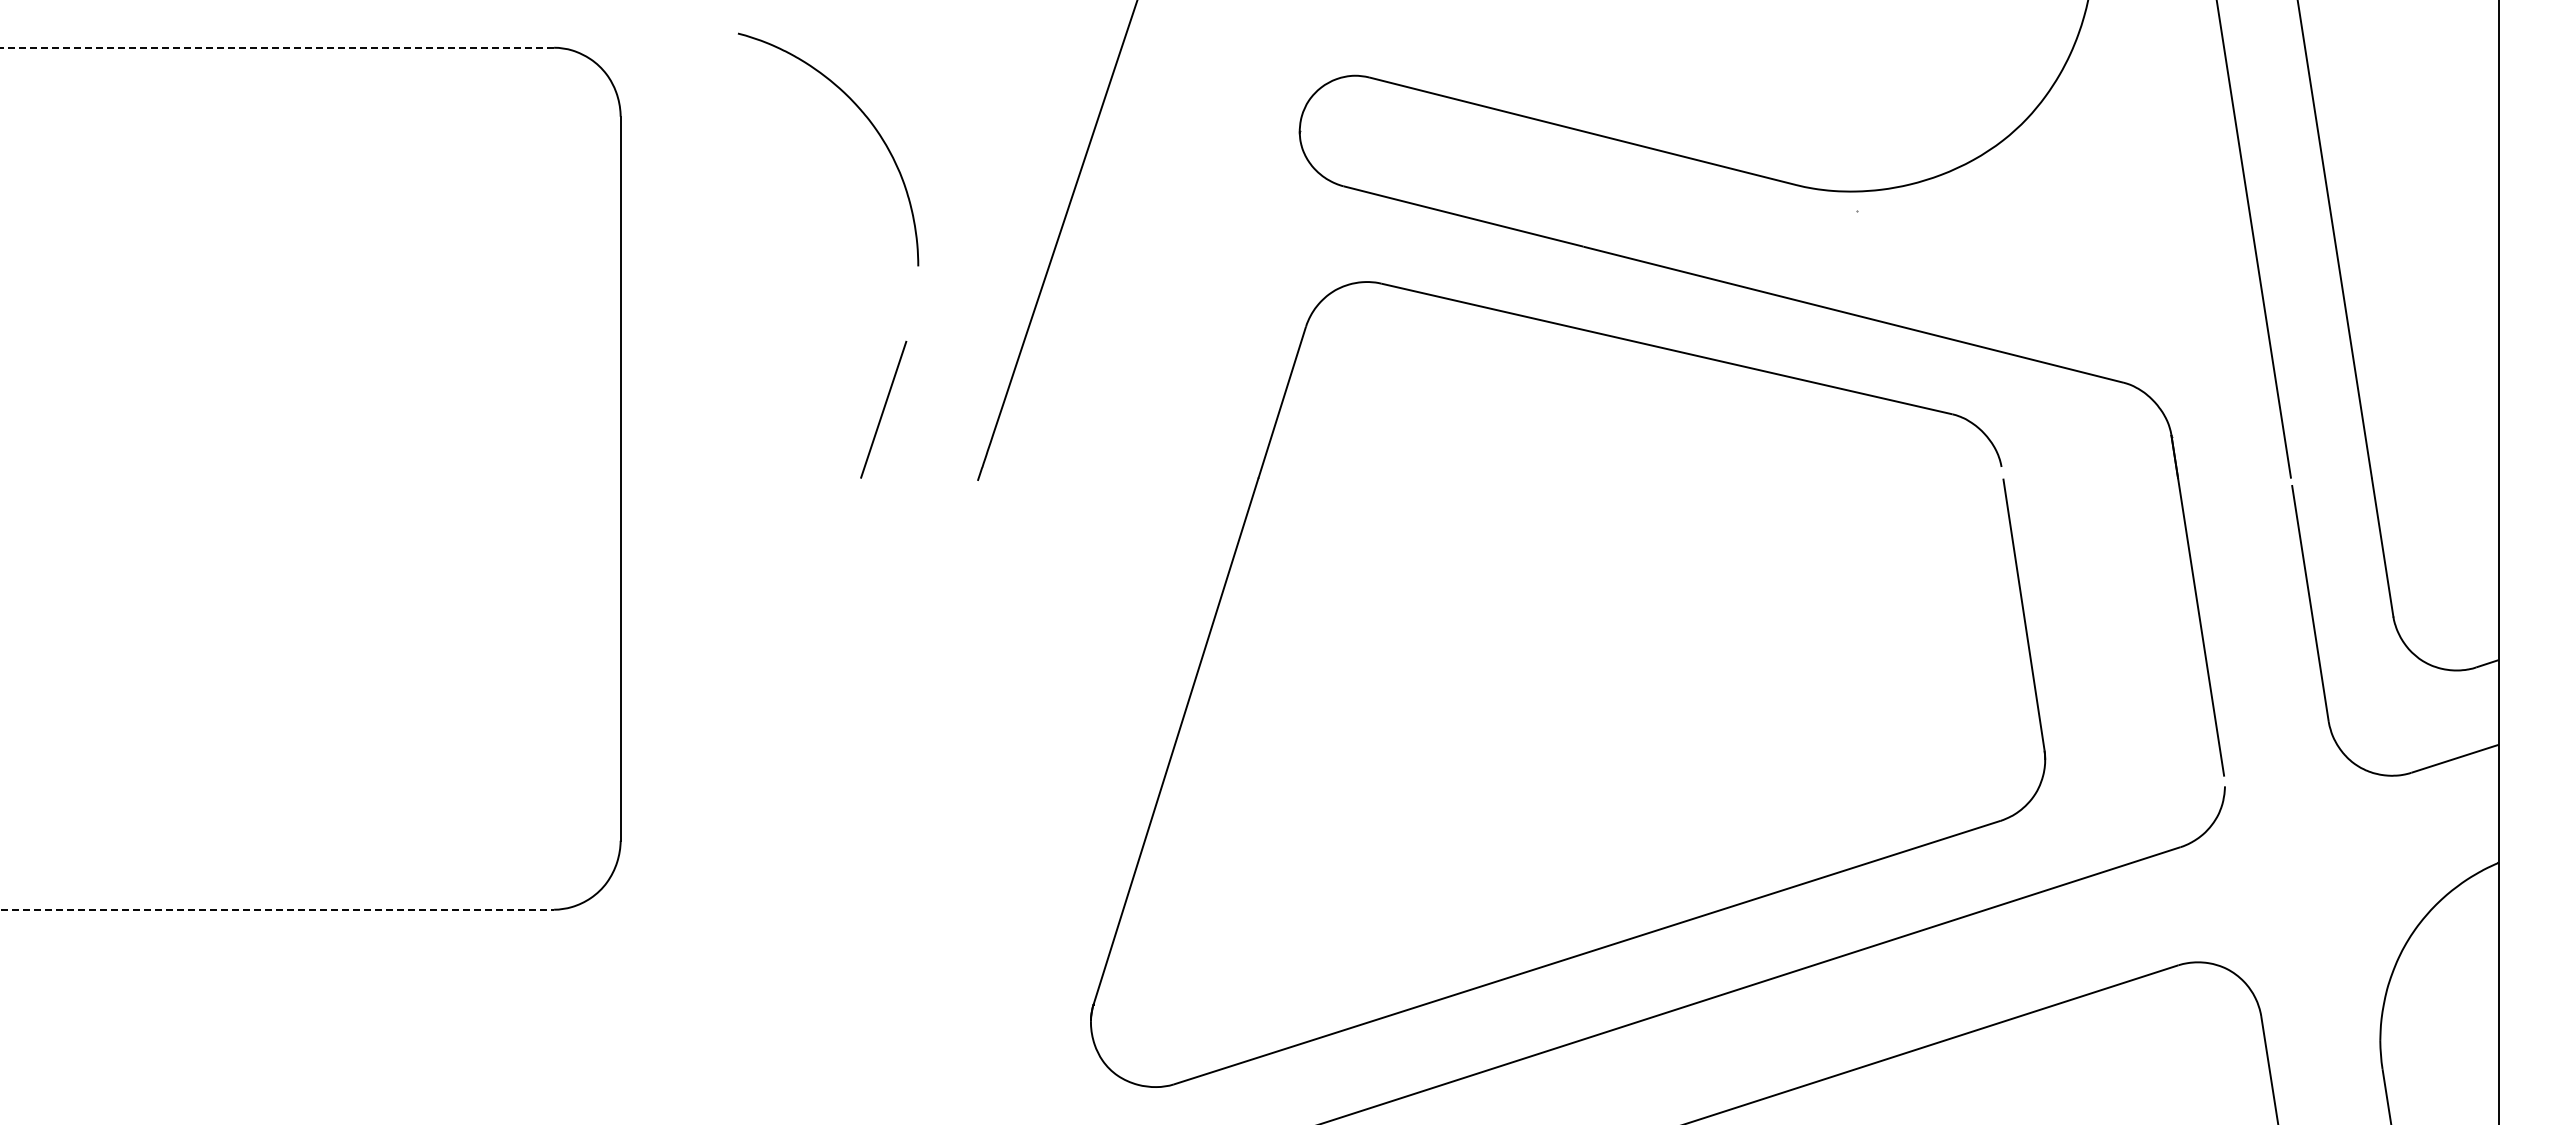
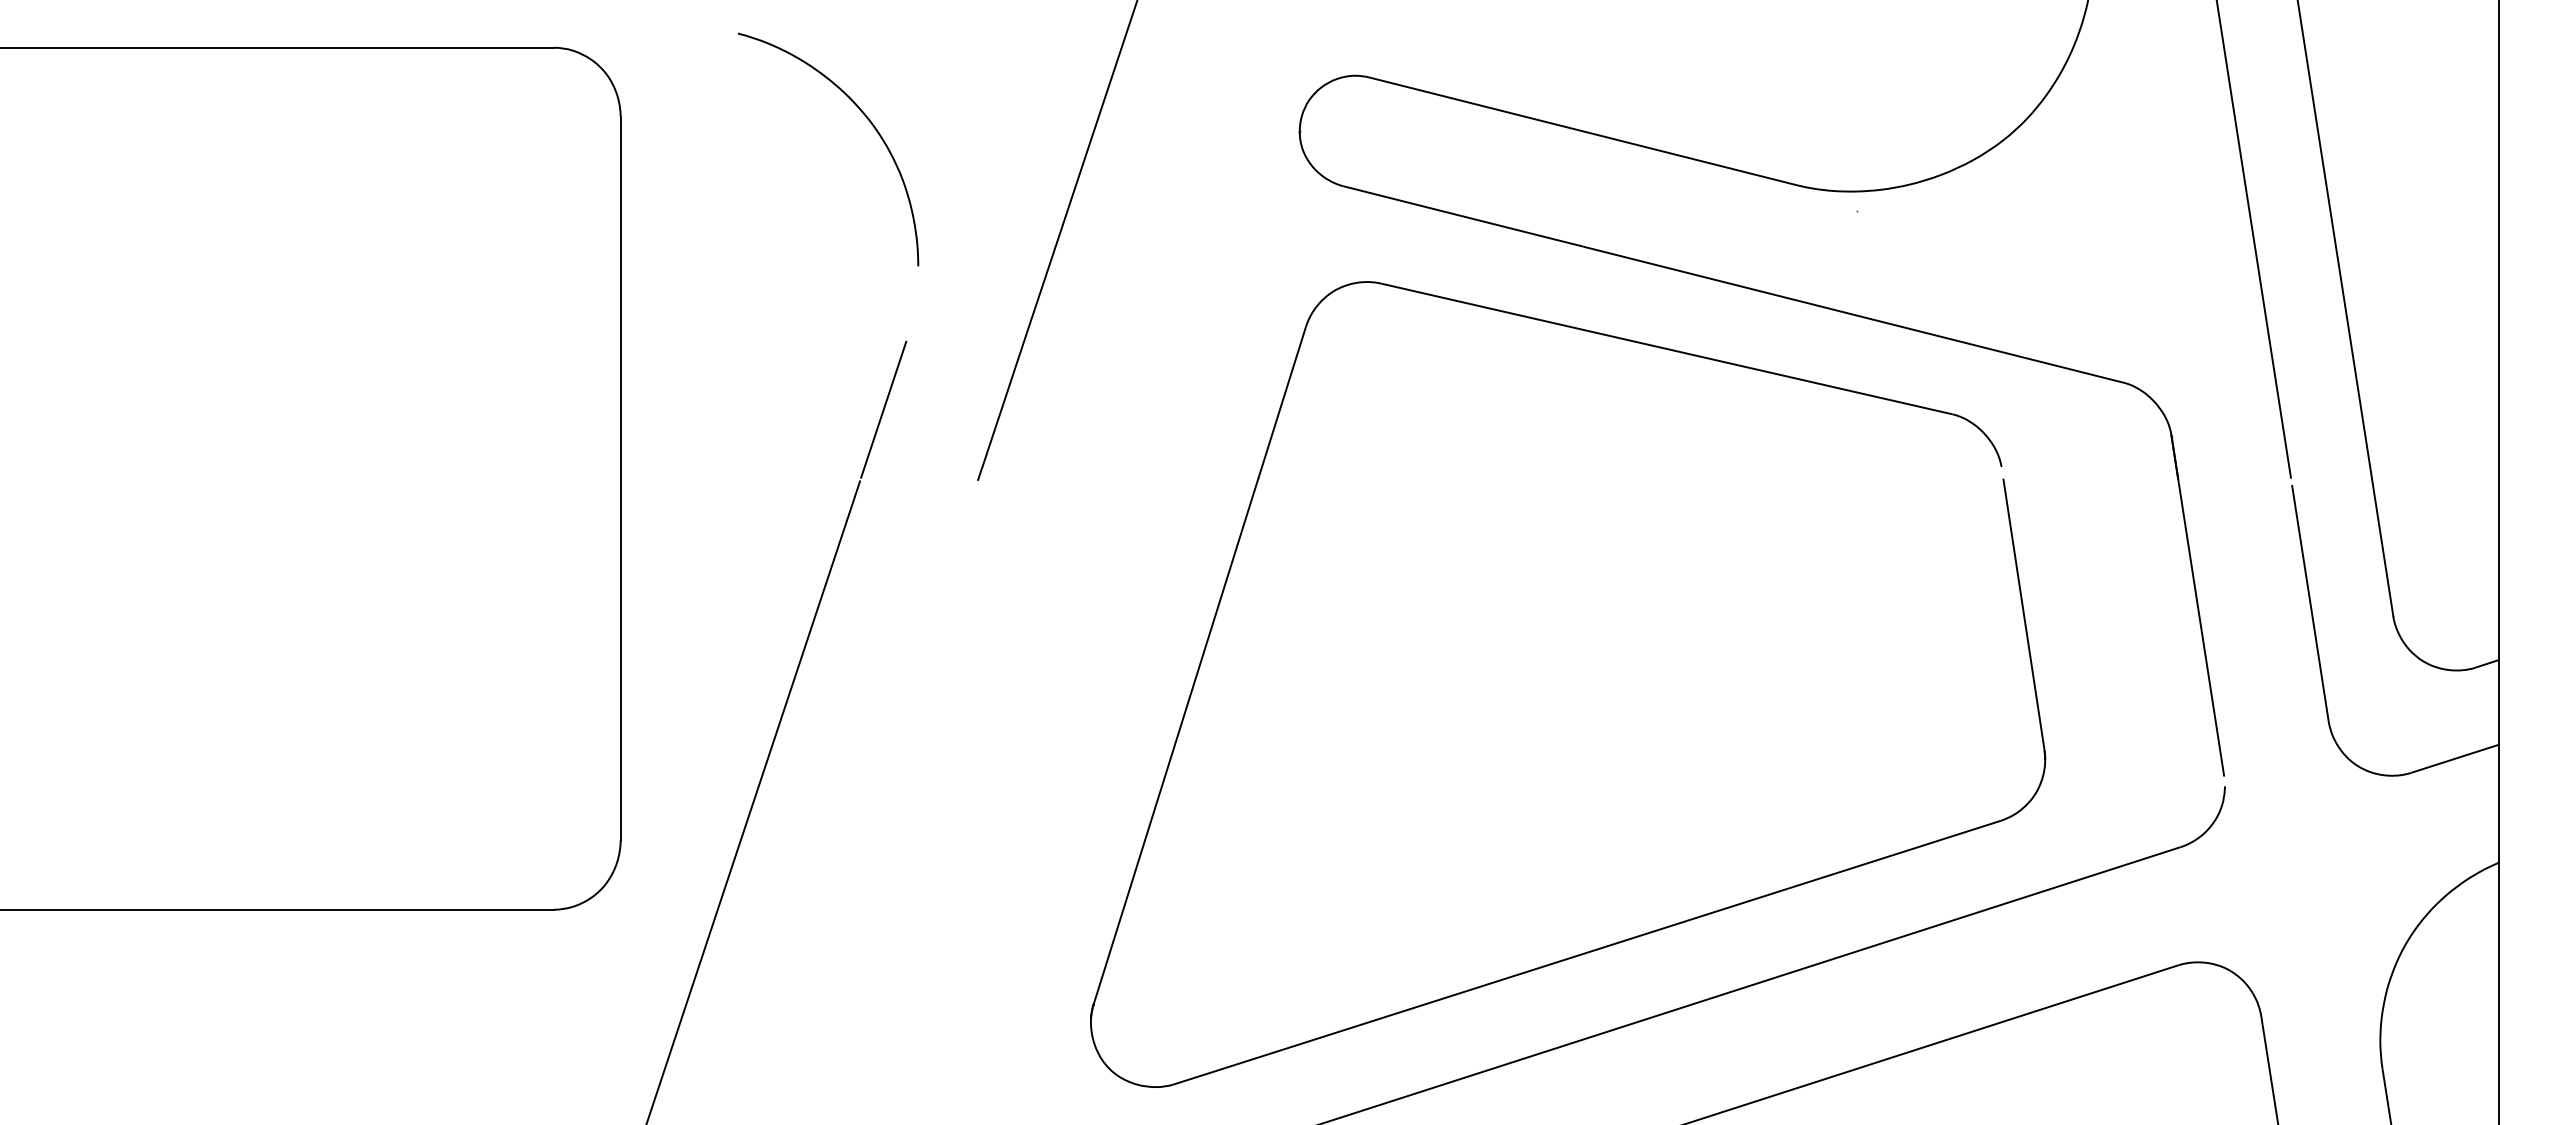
line at (277, 47): dashed -> solid
line at (753, 801): none -> present
line at (277, 909): dashed -> solid
